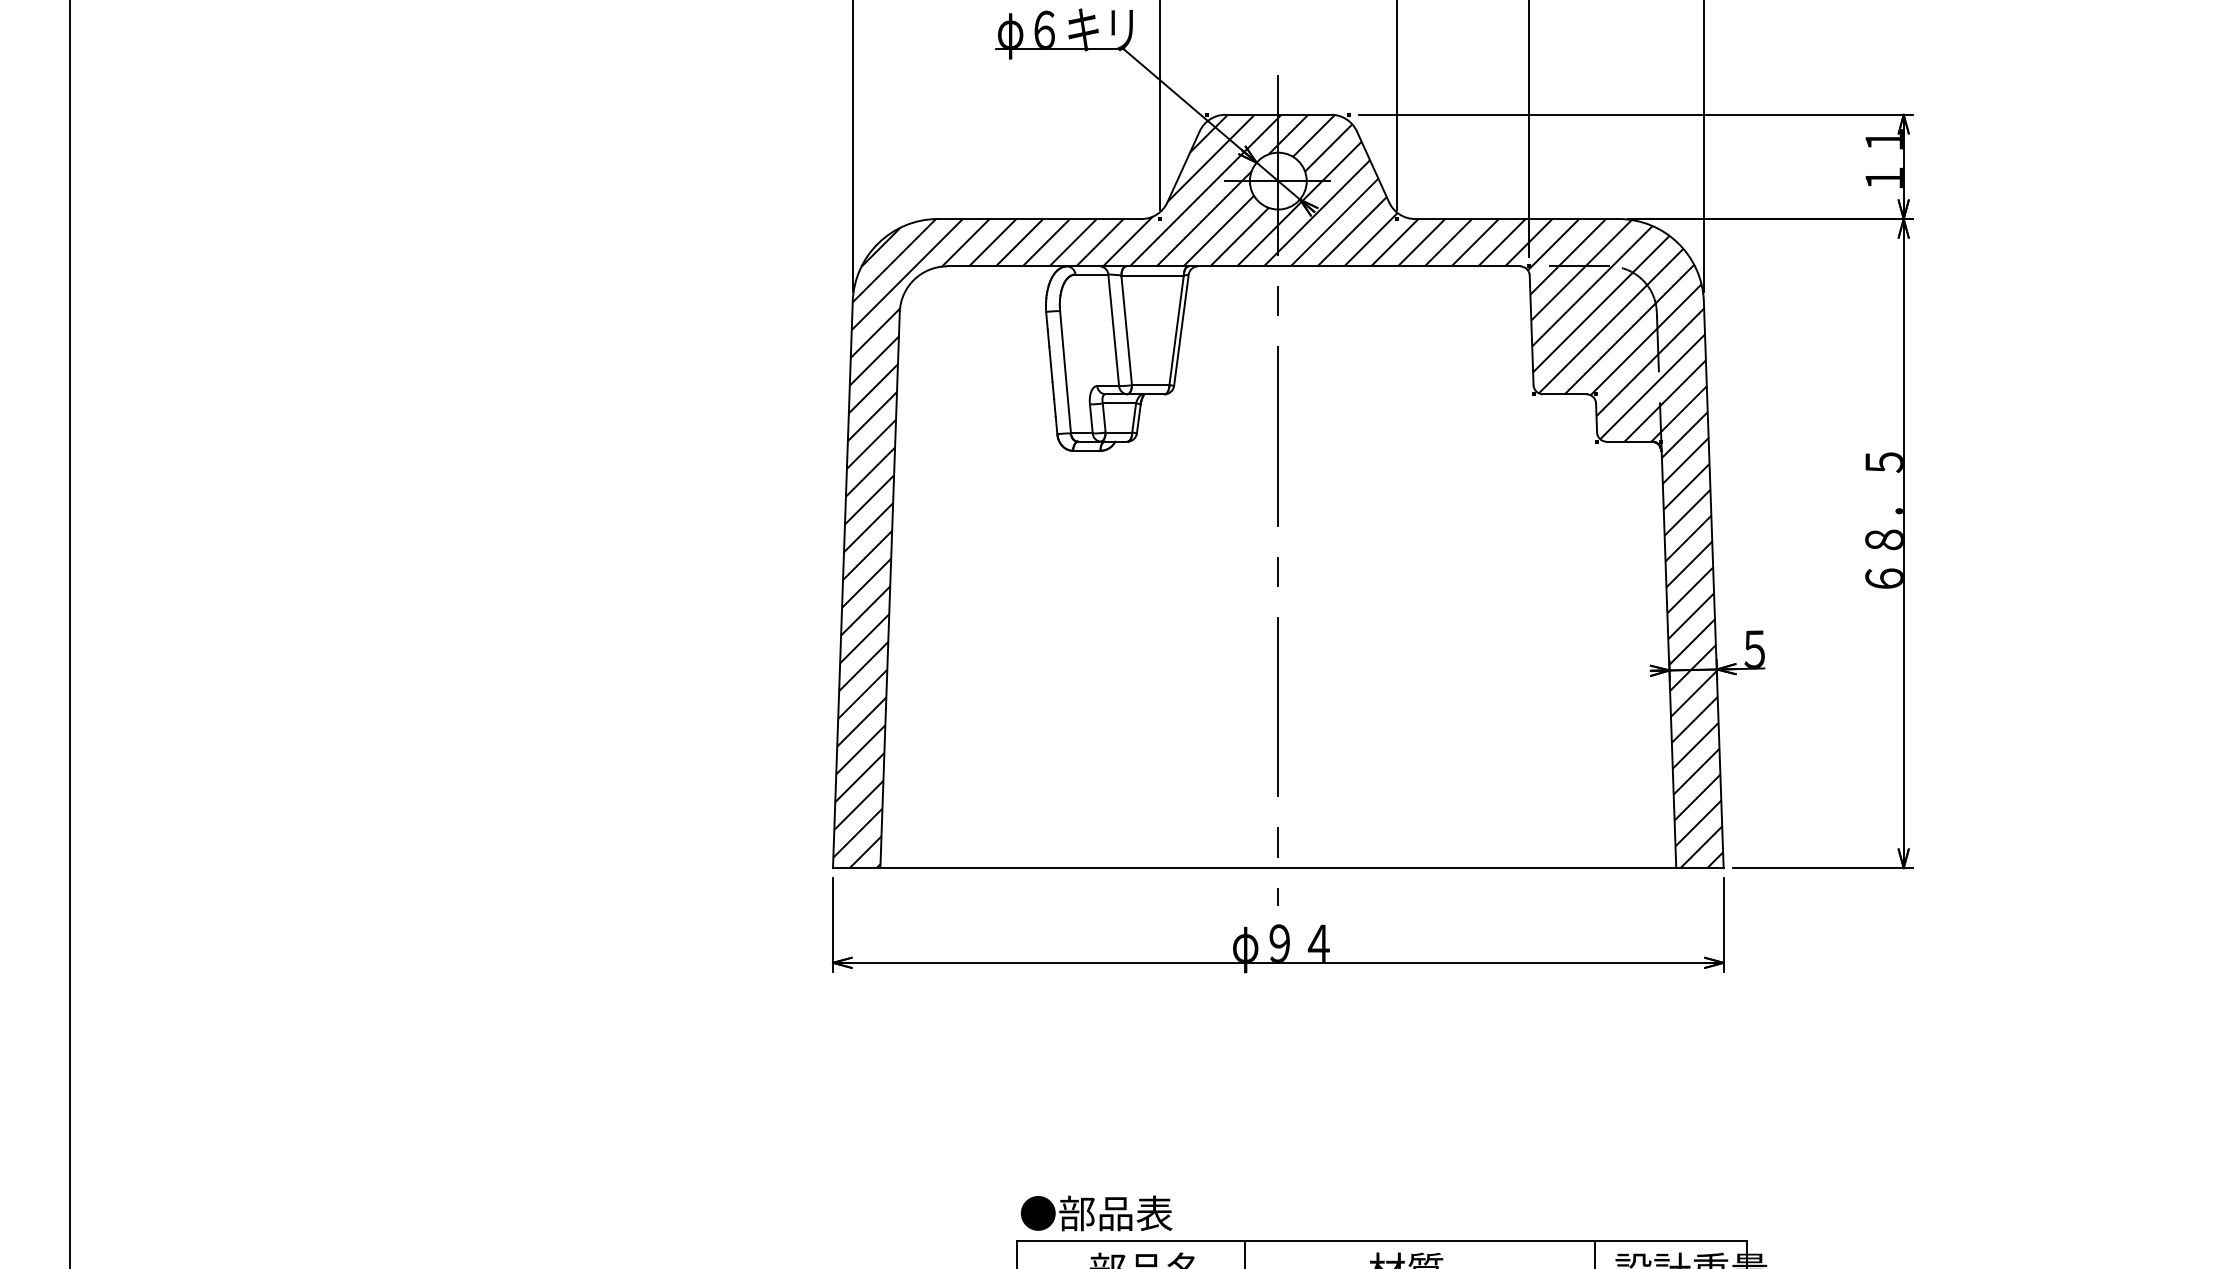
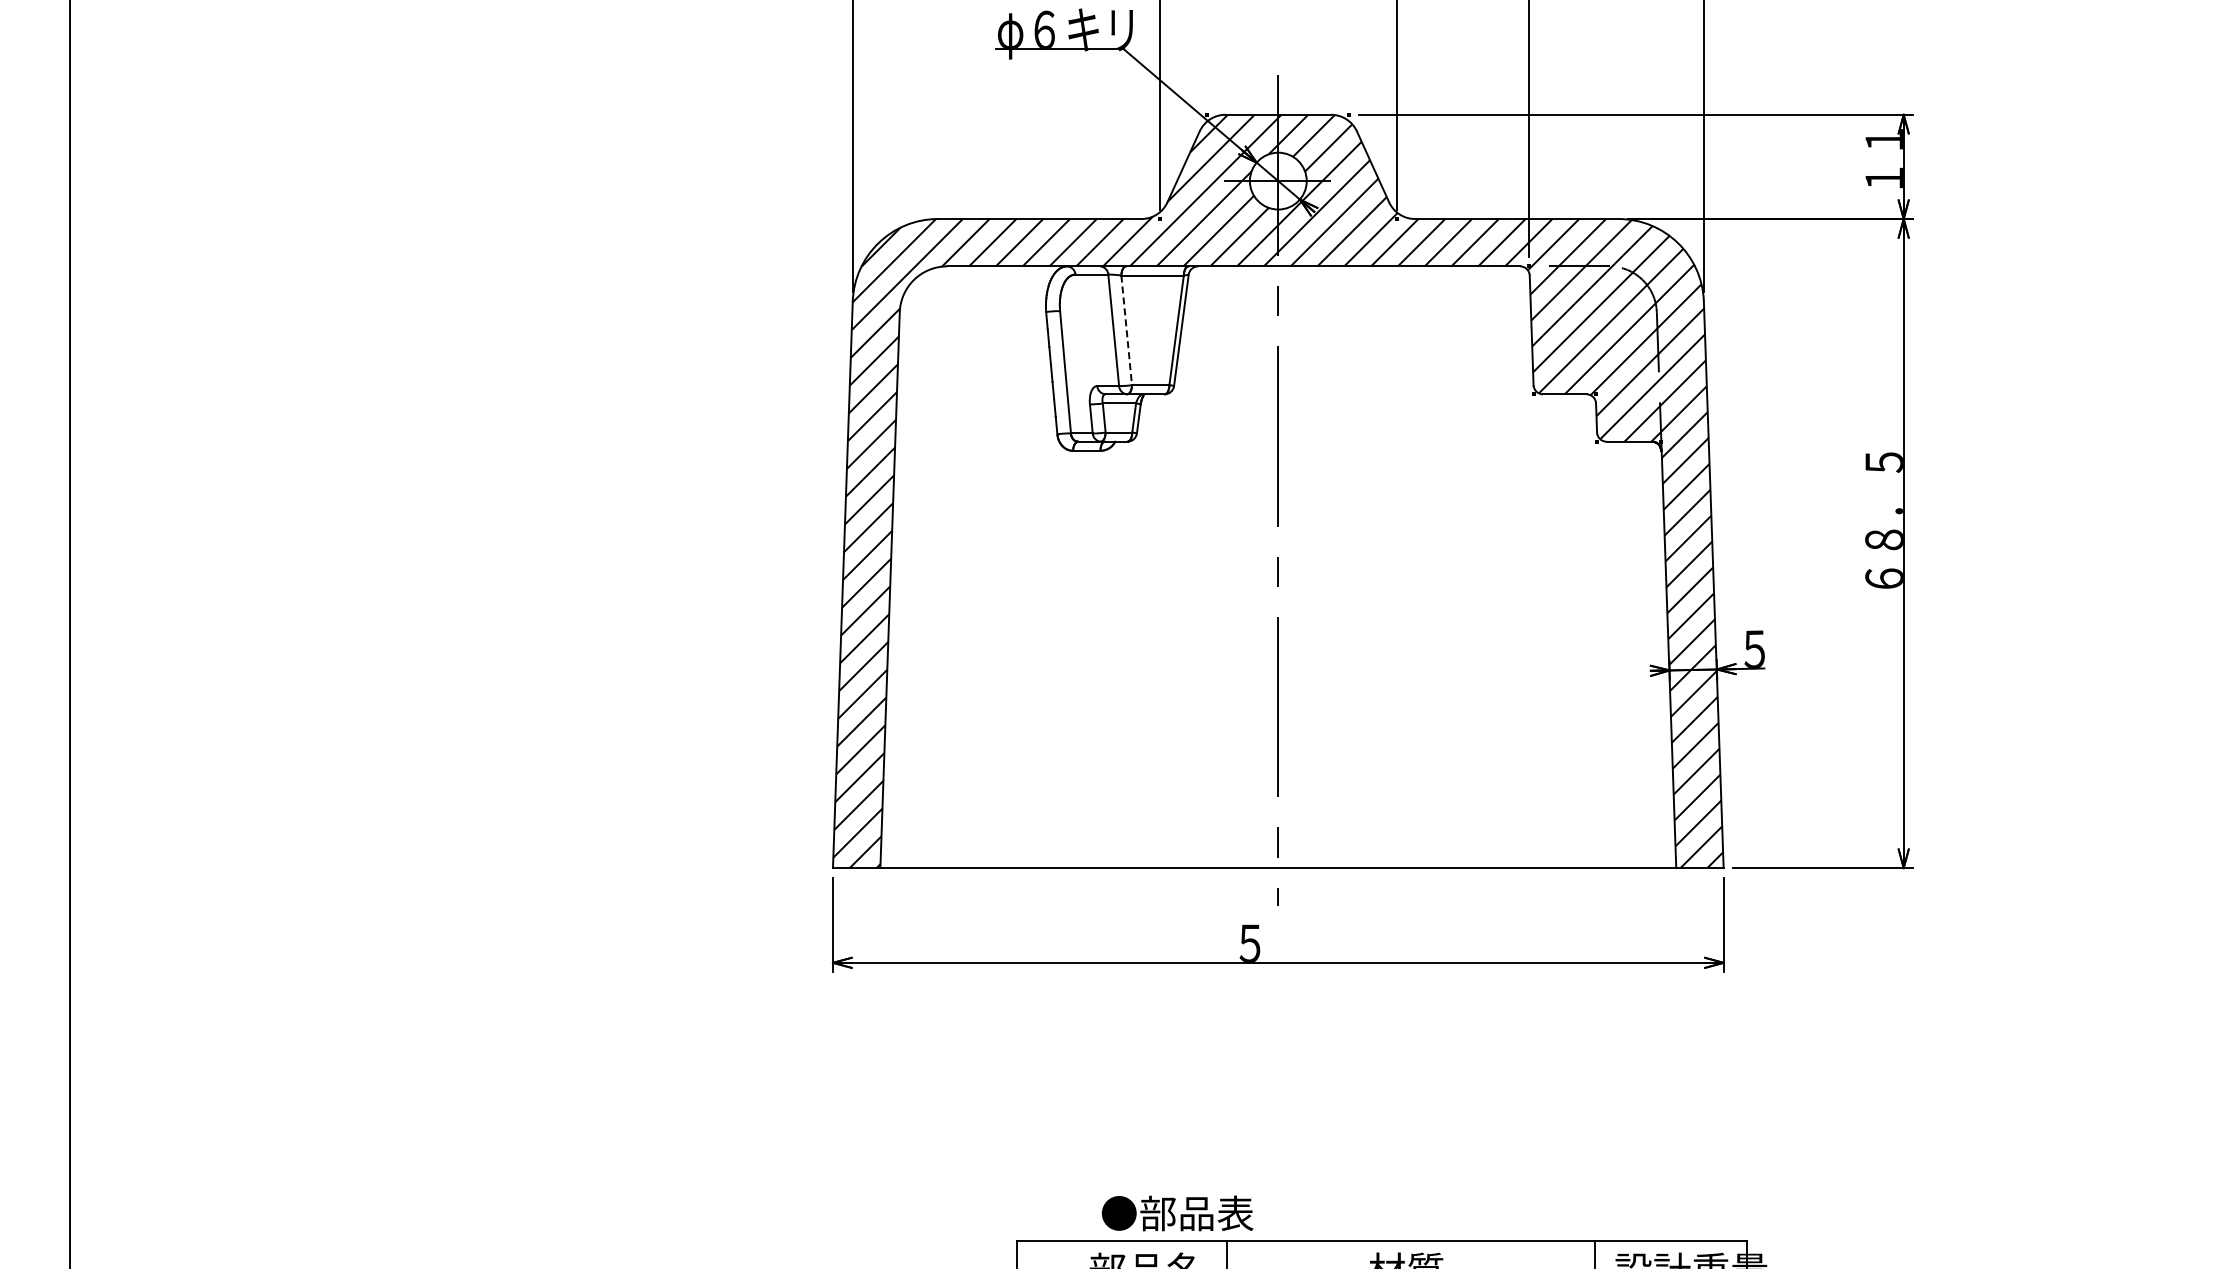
line at (1126, 330): solid -> dashed
text at (1281, 948): φ９４ -> ５
text at (1096, 1213) position: (1096, 1213) -> (1177, 1213)
line at (1244, 1252) position: (1244, 1252) -> (1226, 1252)
